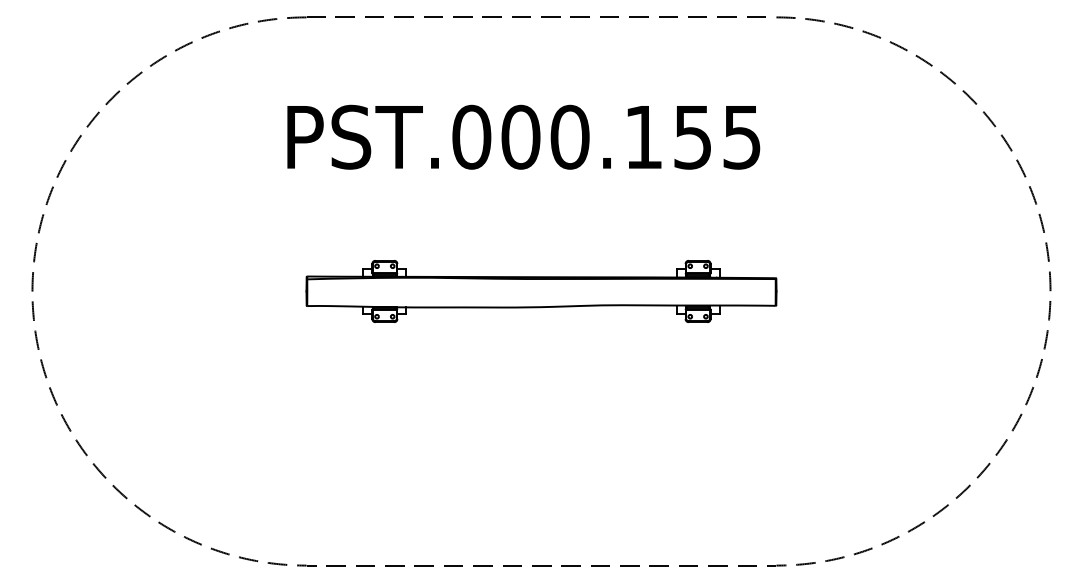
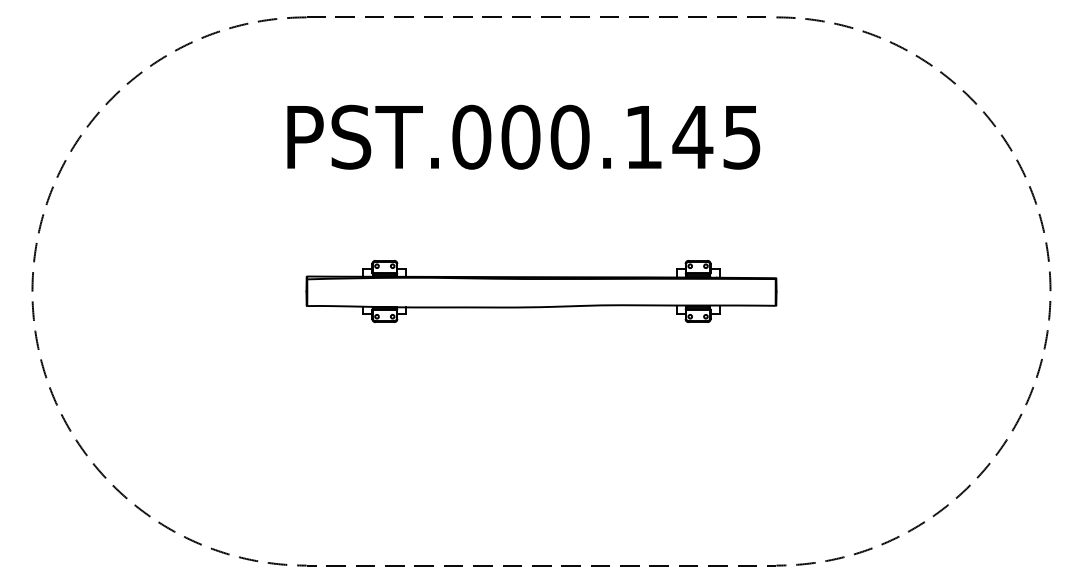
text at (692, 137): PST.000.155 -> PST.000.145
